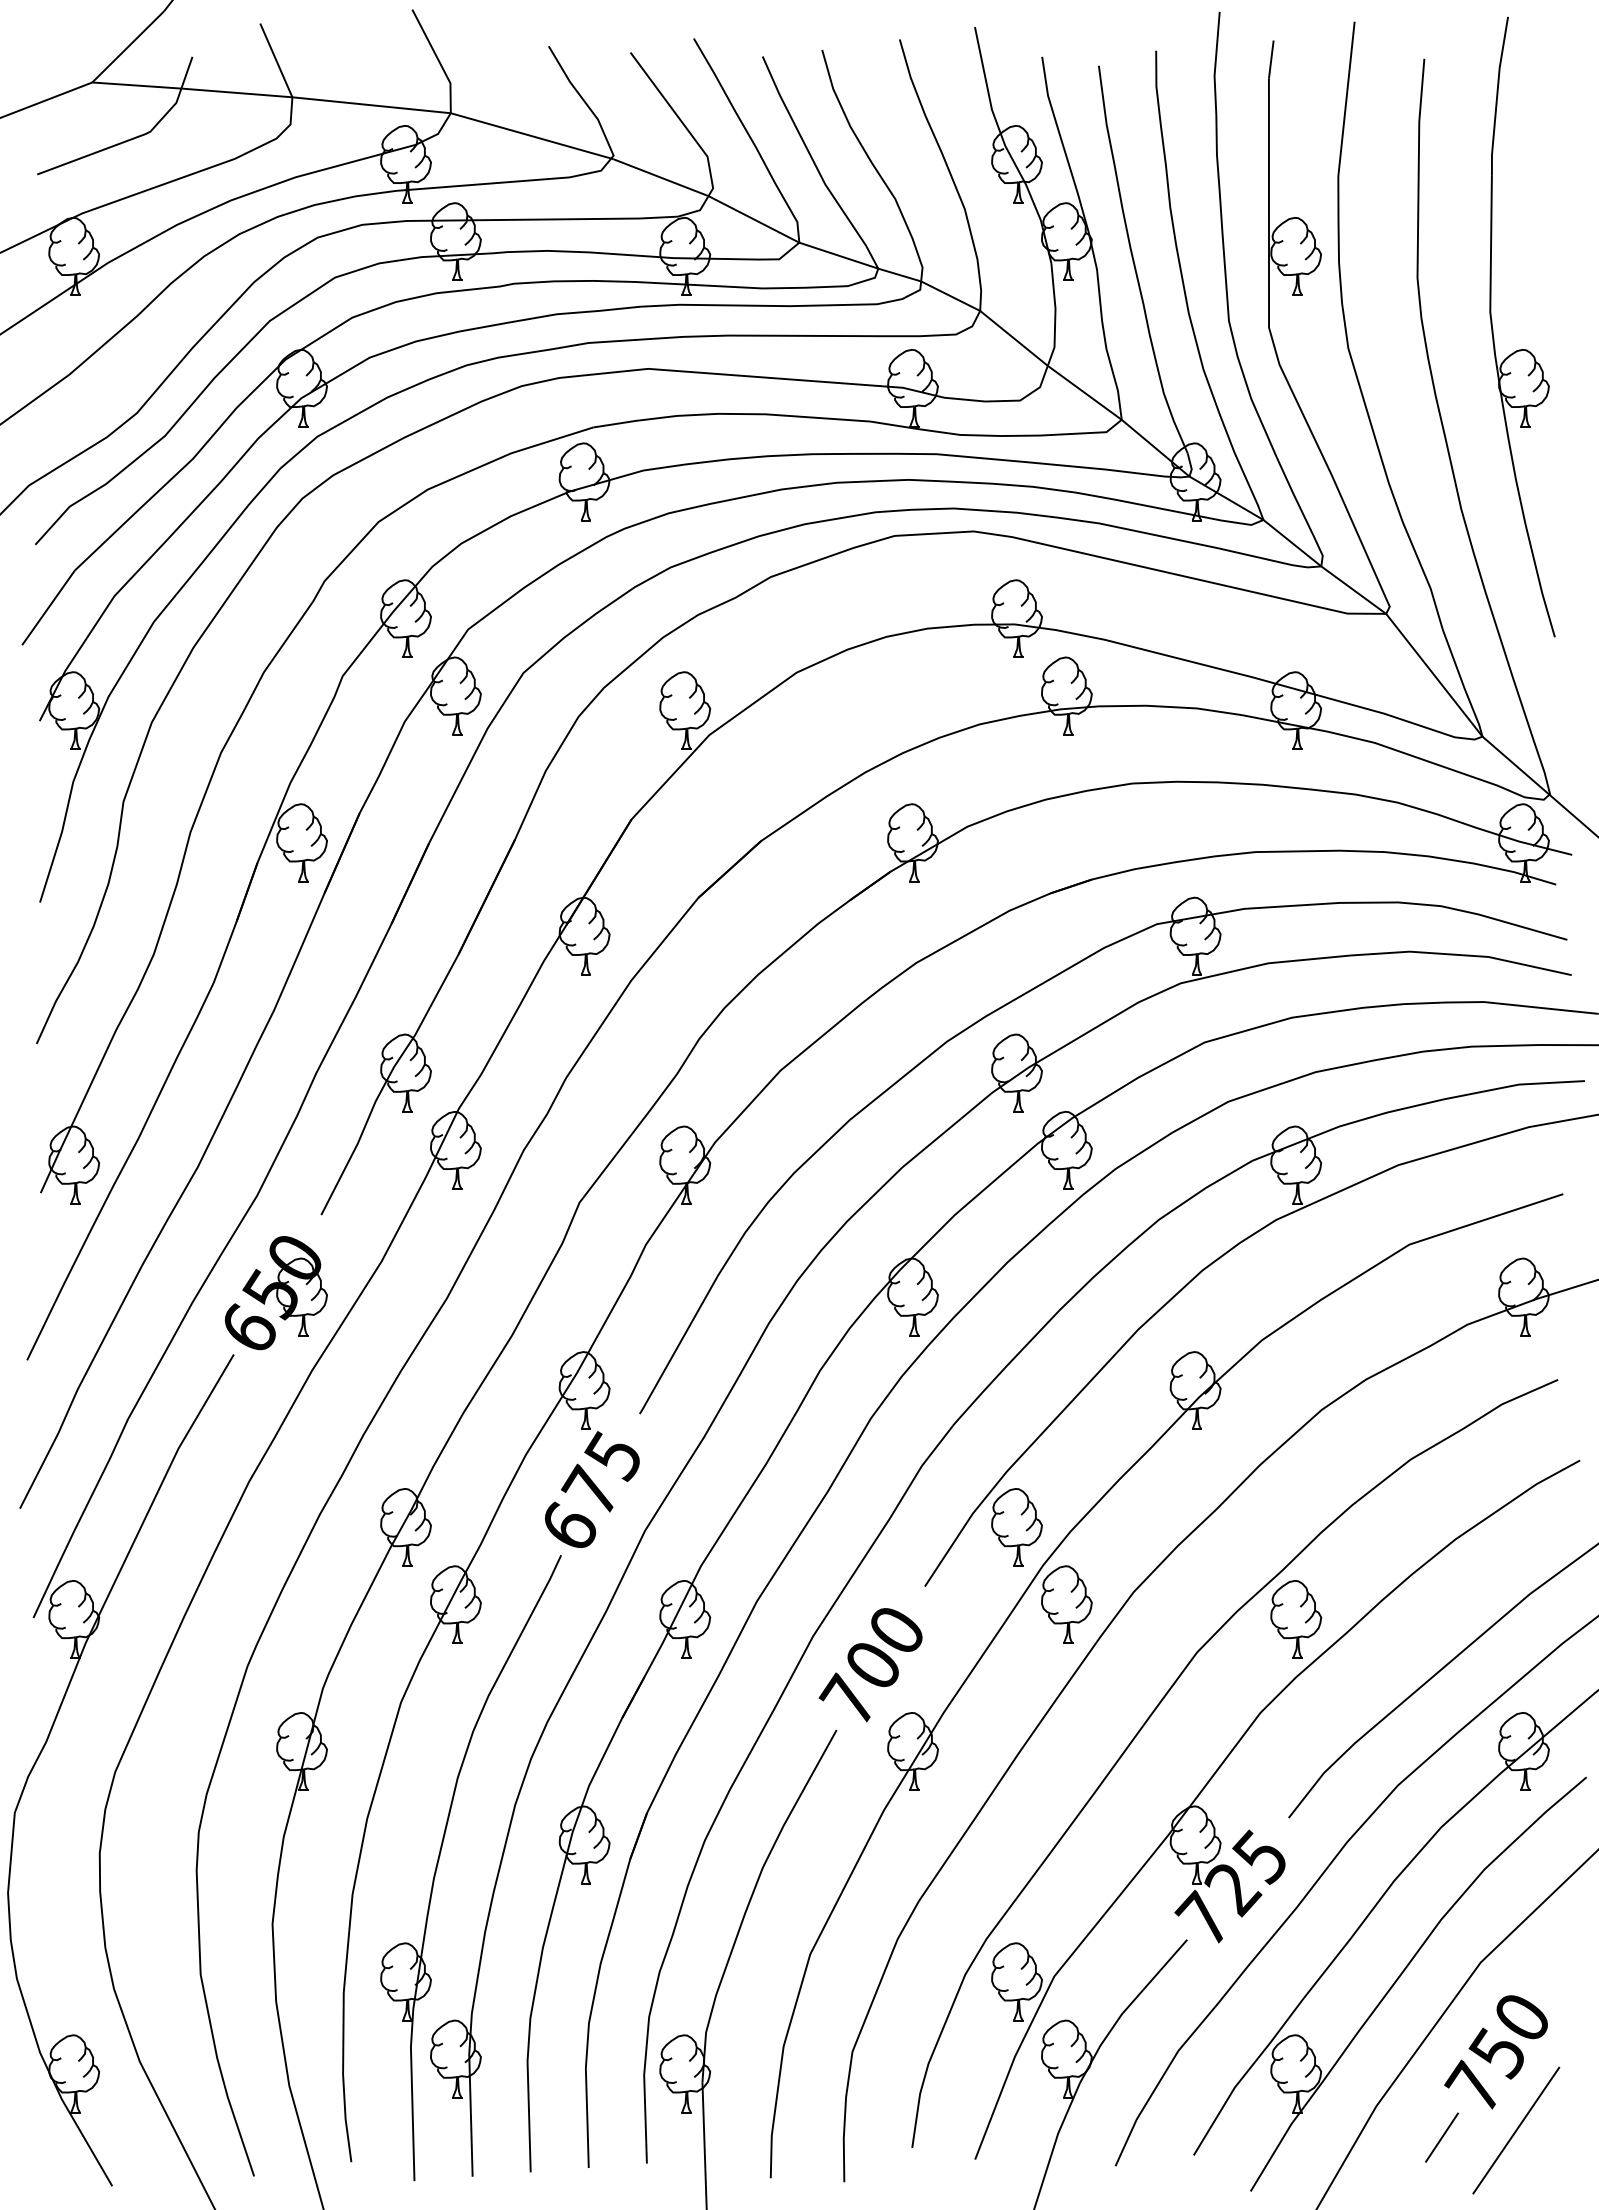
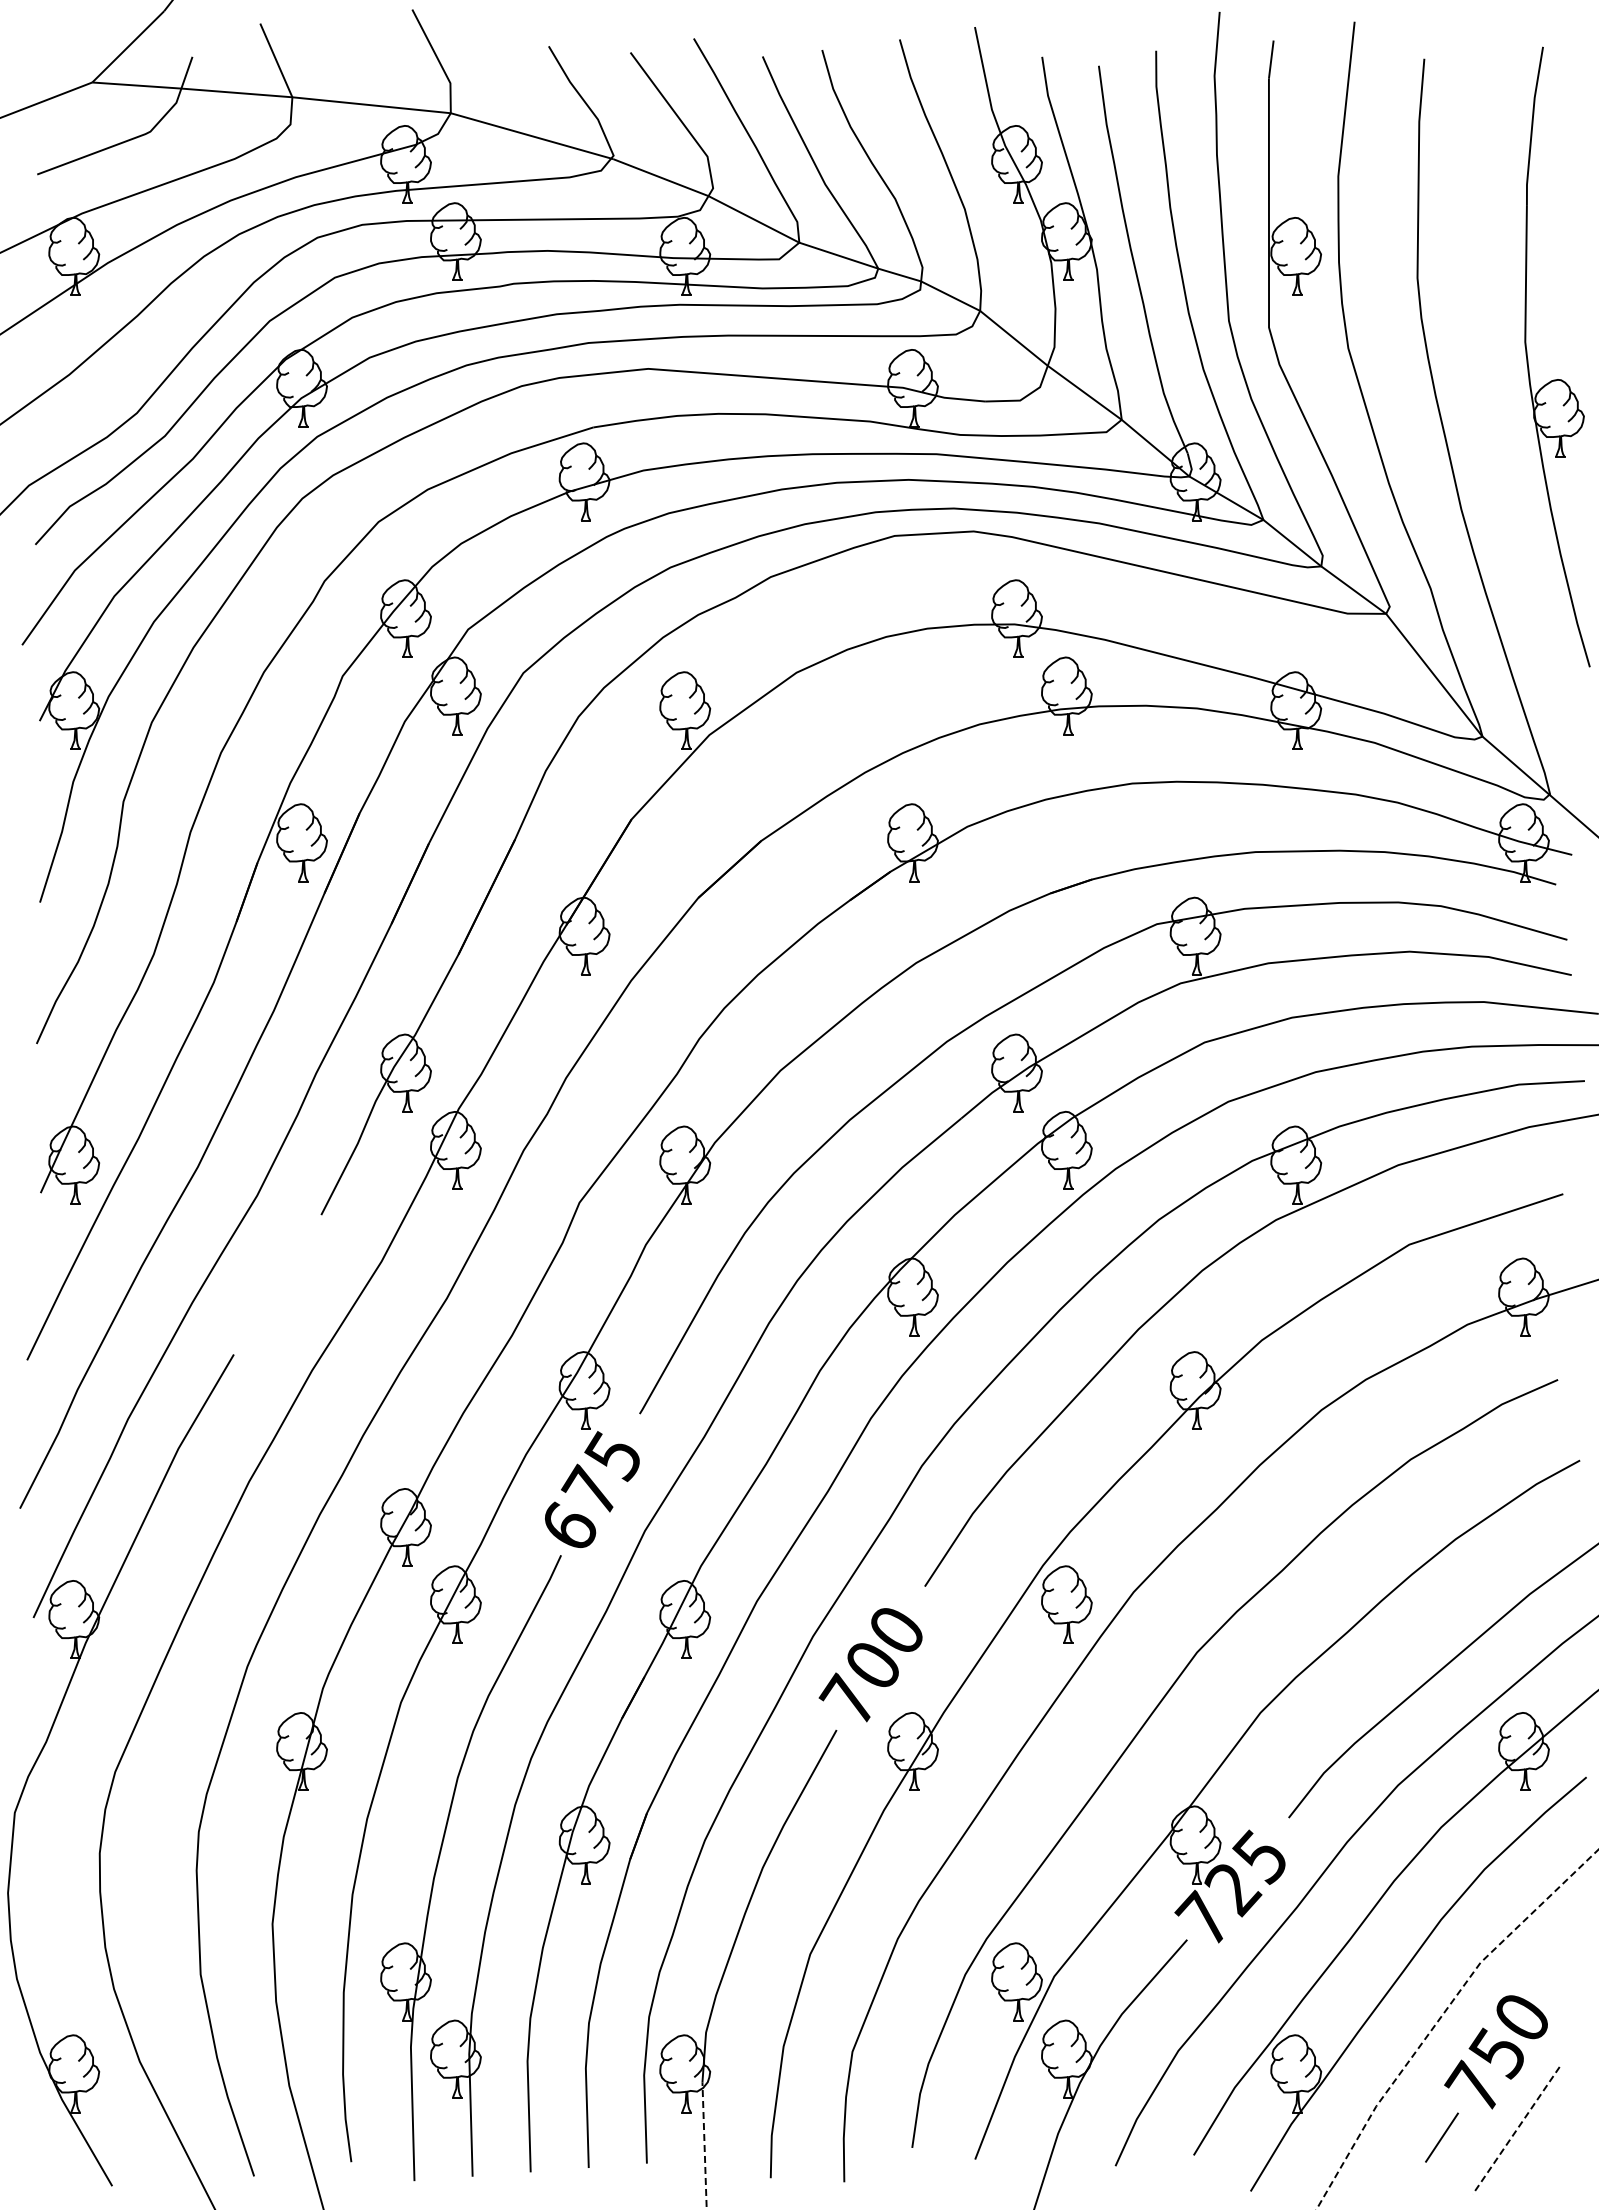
part at (1522, 349) position: (1522, 349) -> (1557, 379)
part at (275, 1293): present -> none
part at (1016, 1527): present -> none
part at (1296, 1619): present -> none
line at (1441, 2016): solid -> dashed
line at (1516, 2130): solid -> dashed
line at (704, 2146): solid -> dashed
